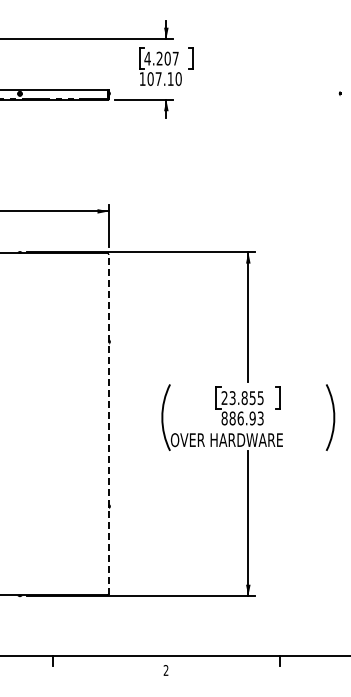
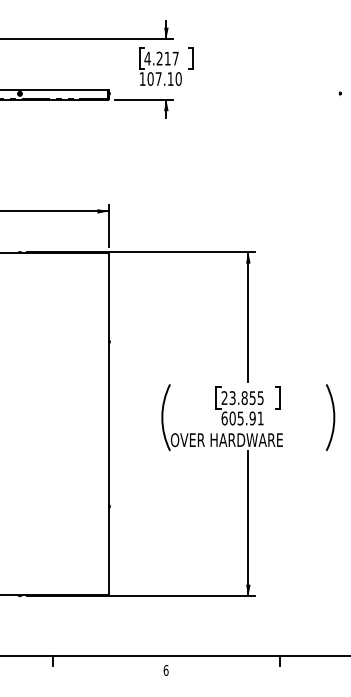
text at (167, 58): 4.207 -> 4.217
text at (242, 418): 886.93 -> 605.91
line at (108, 423): dashed -> solid
text at (165, 670): 2 -> 6
